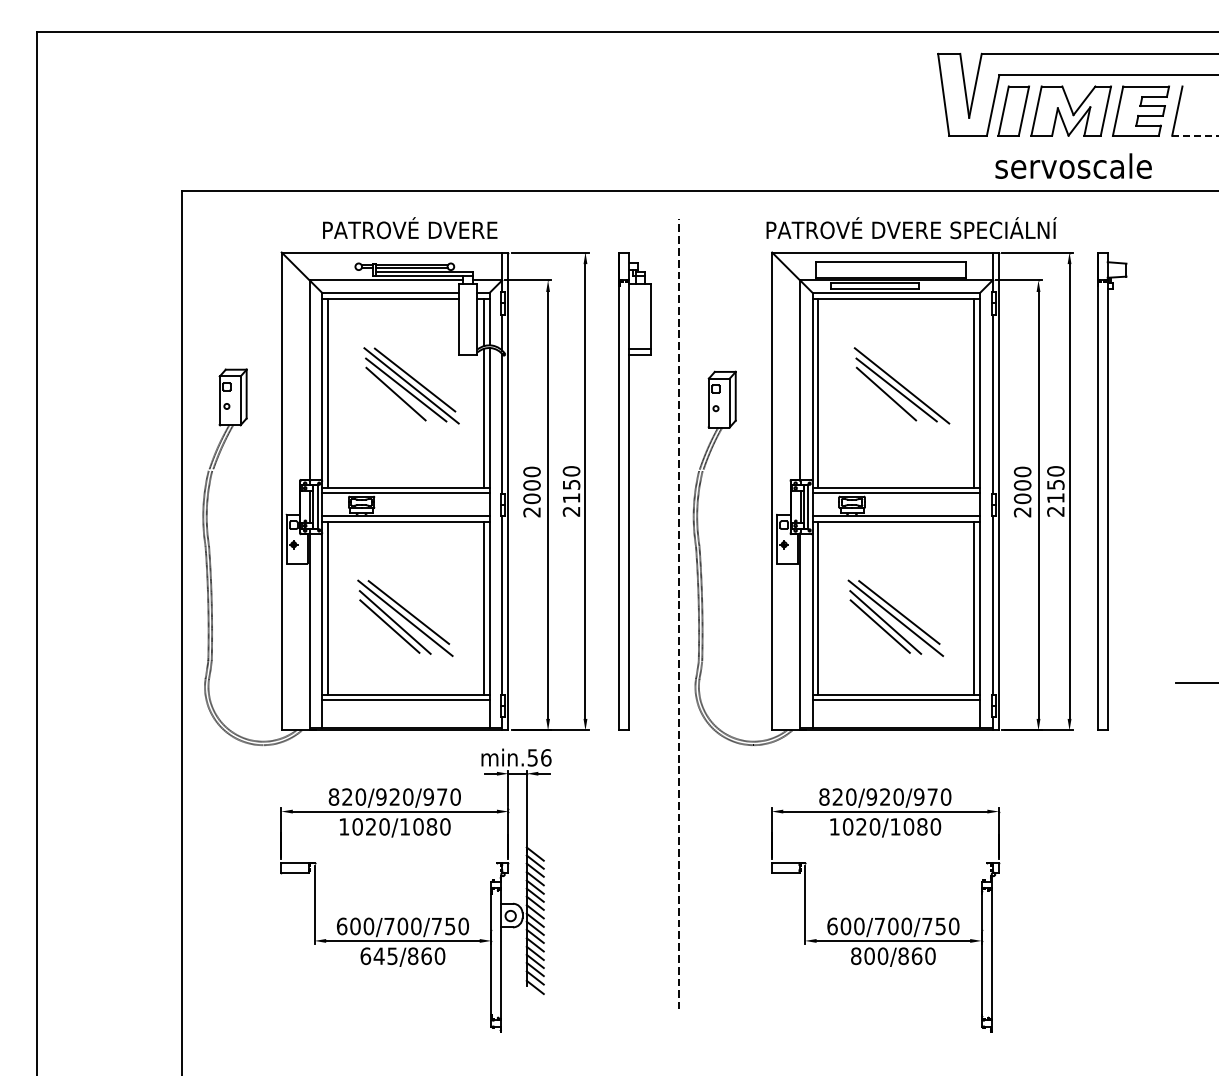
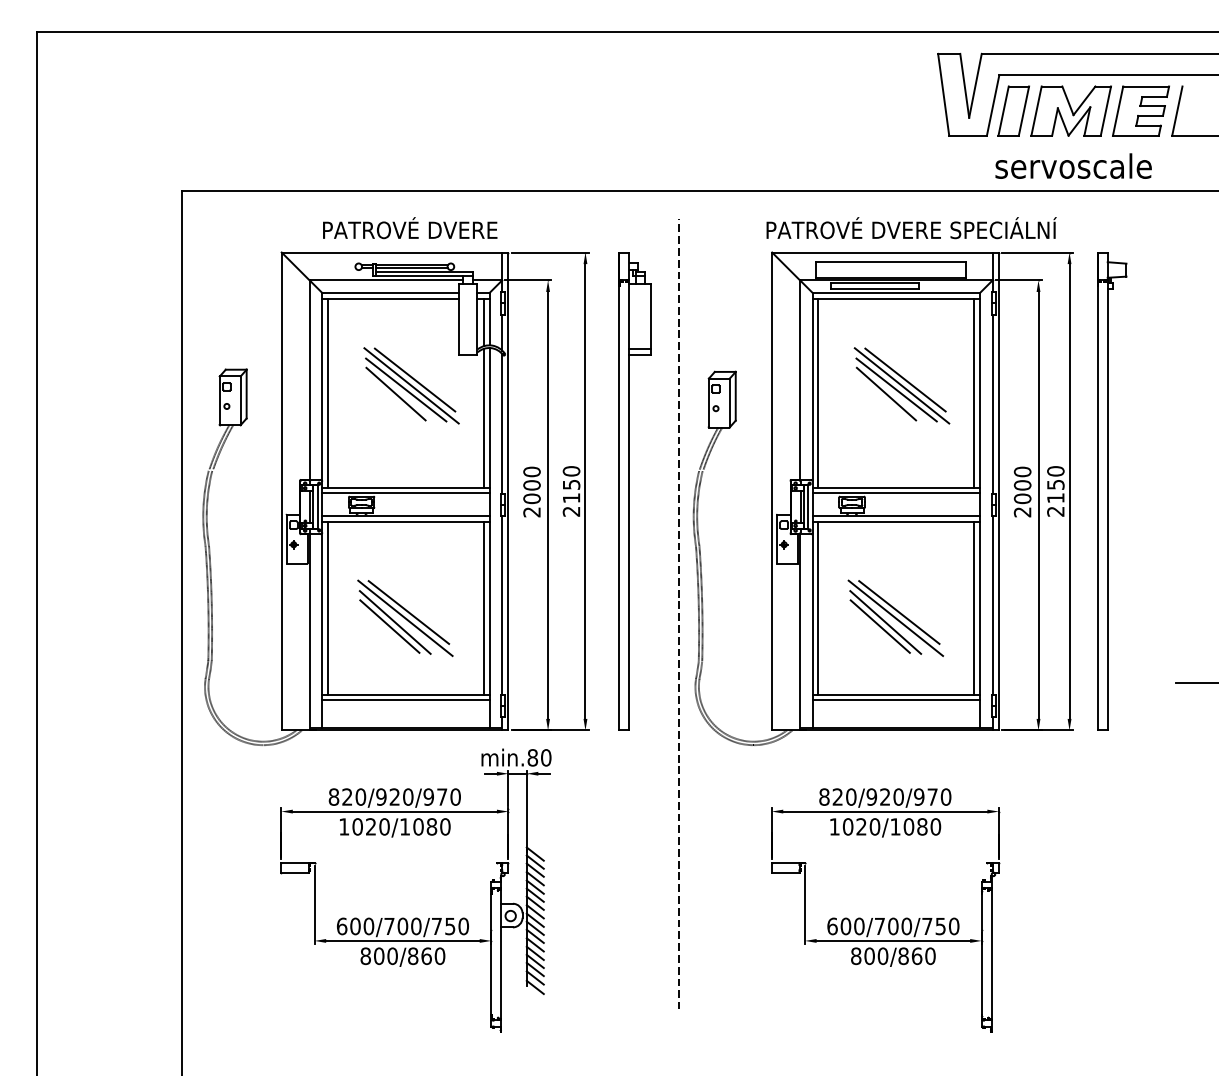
line at (1195, 135): dashed -> solid
line at (905, 379): none -> present
text at (539, 757): min.56 -> min.80
text at (378, 956): 645/860 -> 800/860
